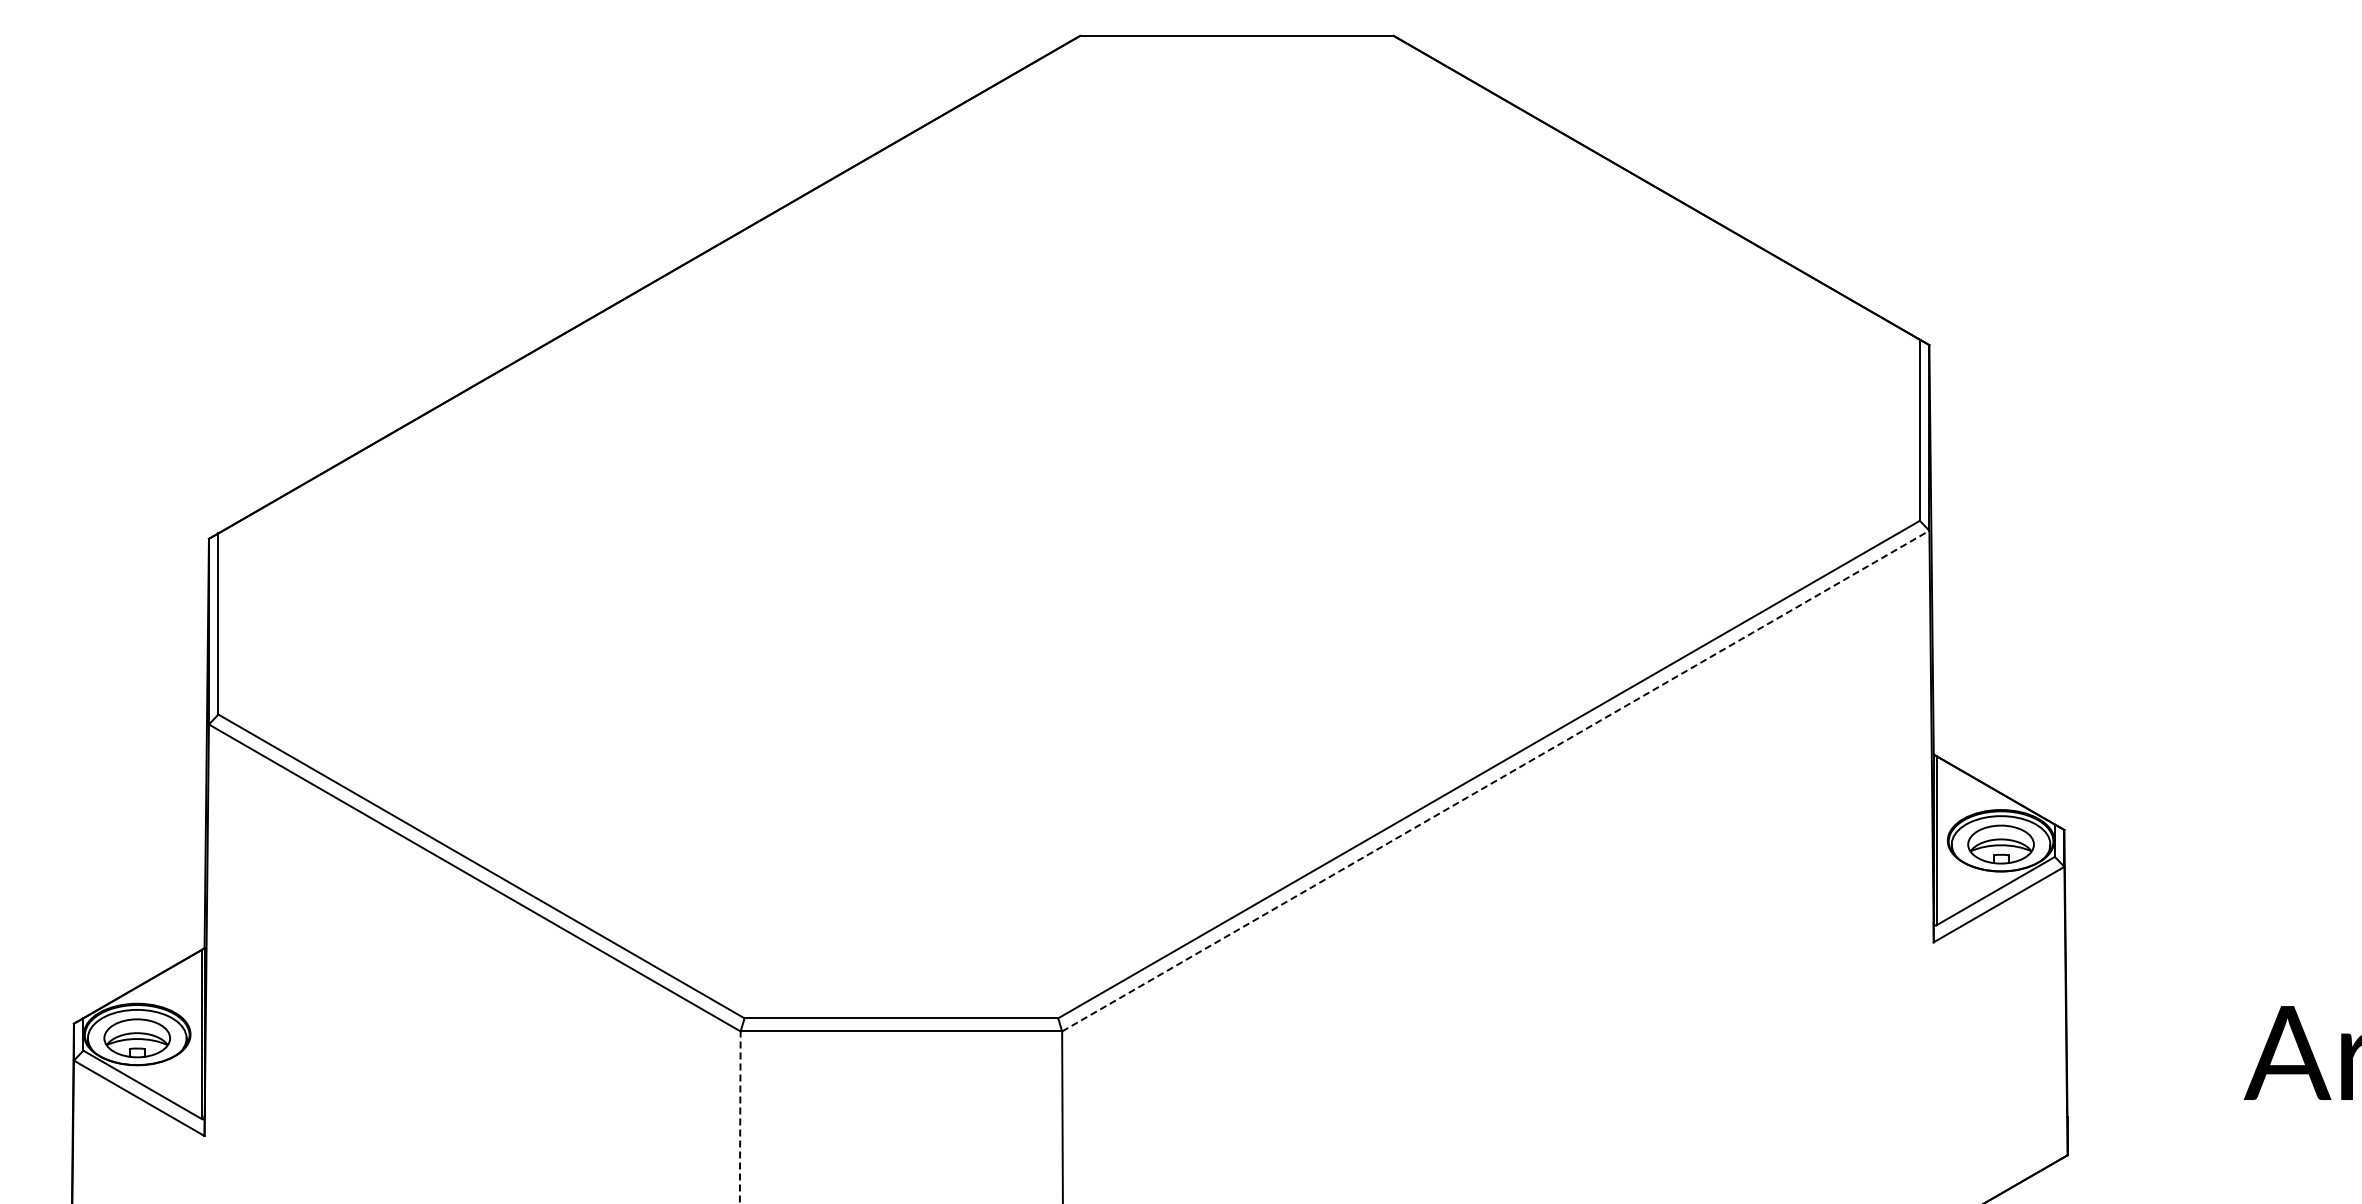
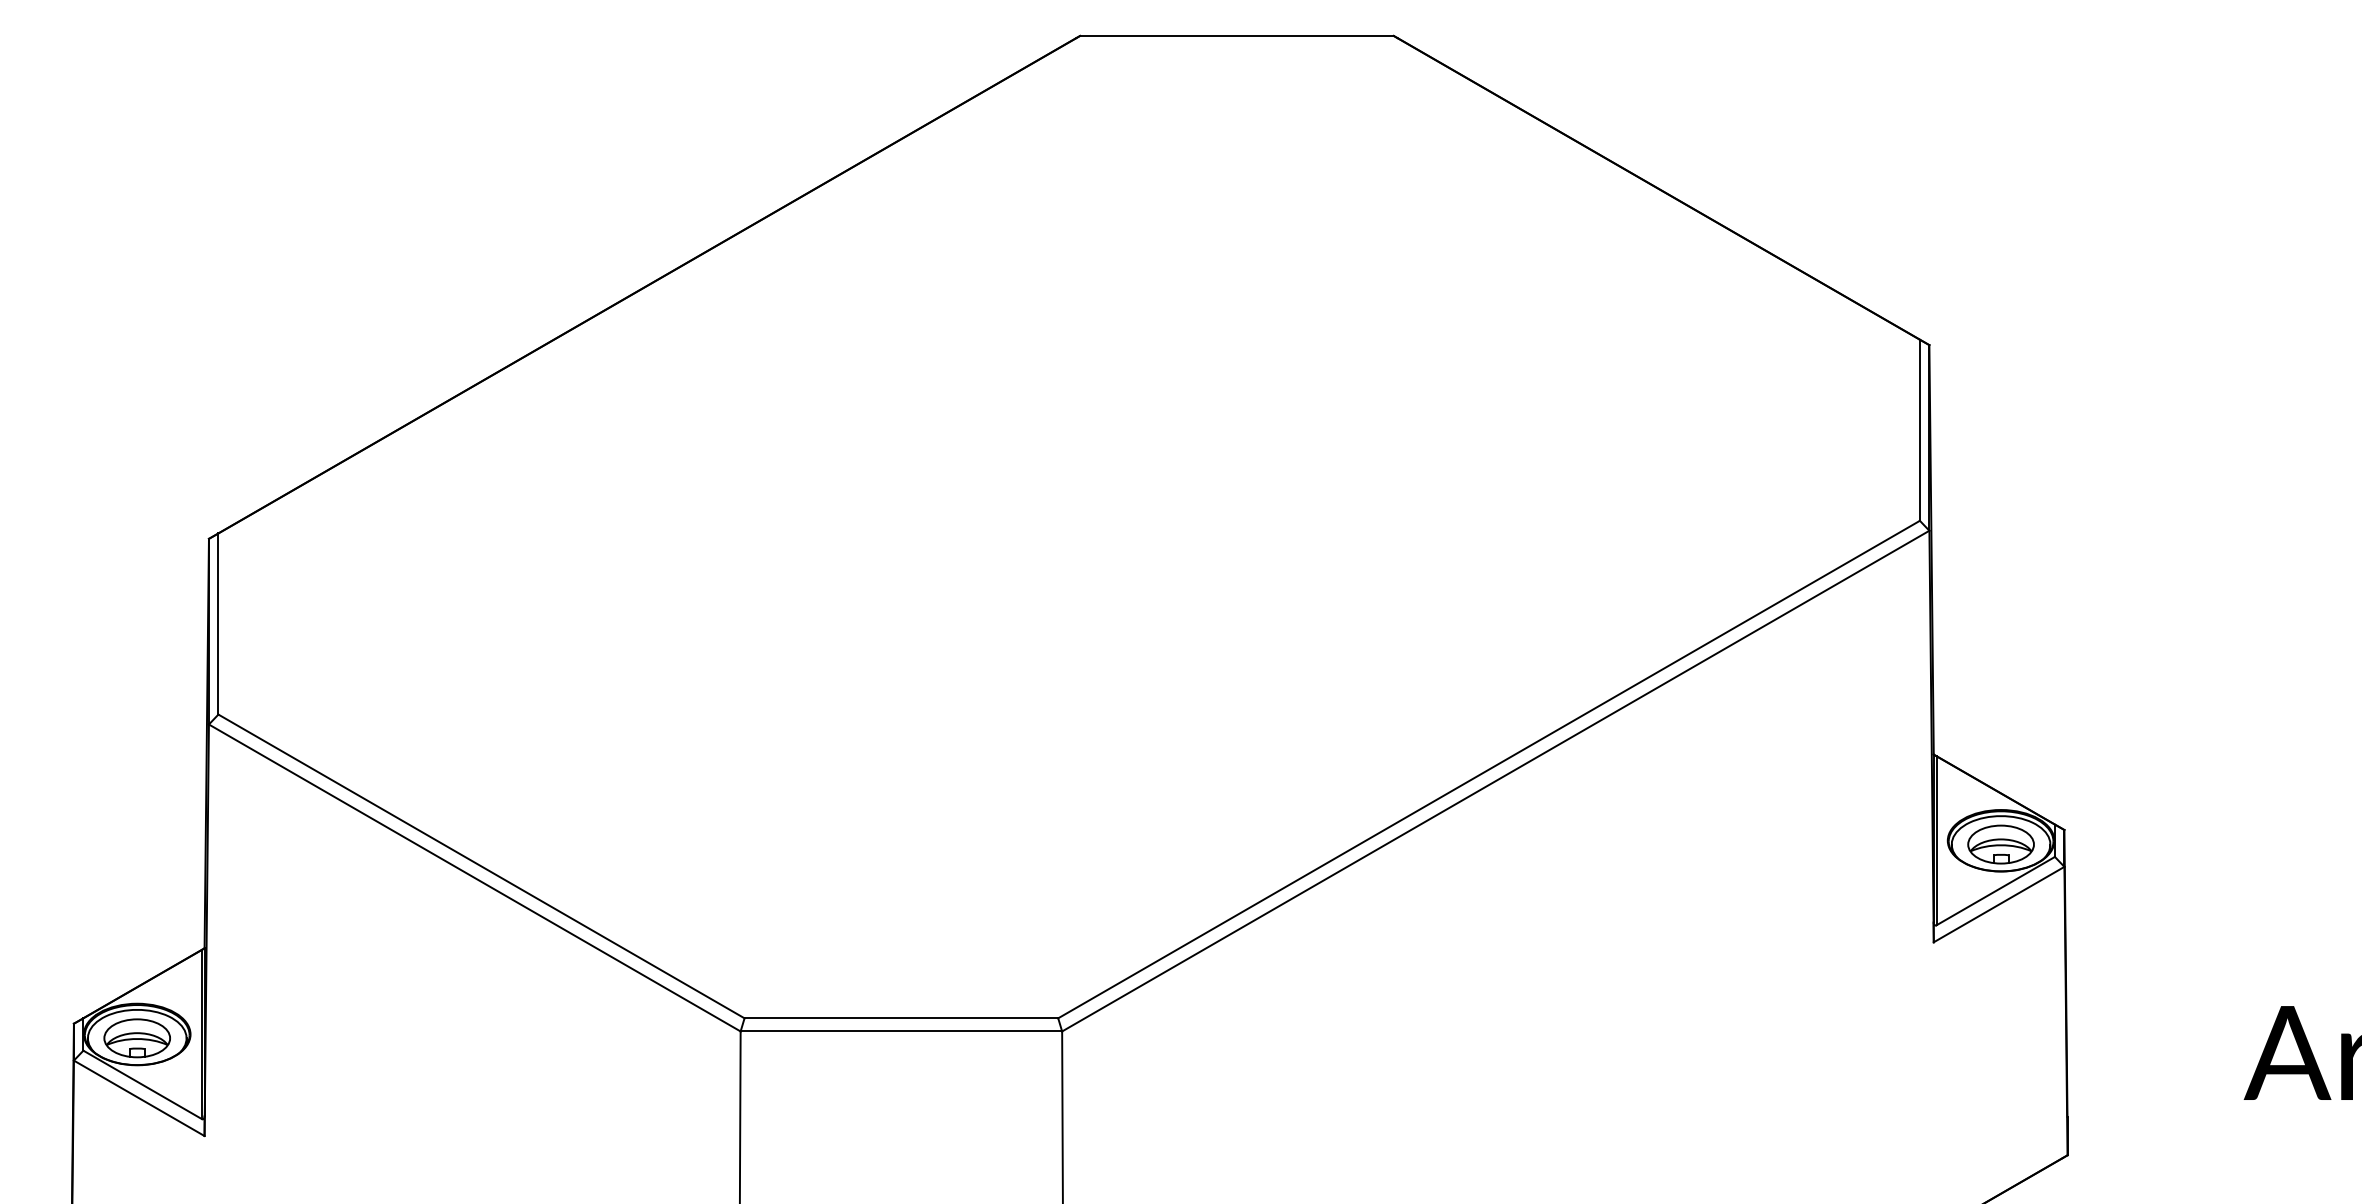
line at (1495, 781): dashed -> solid
line at (740, 1117): dashed -> solid
